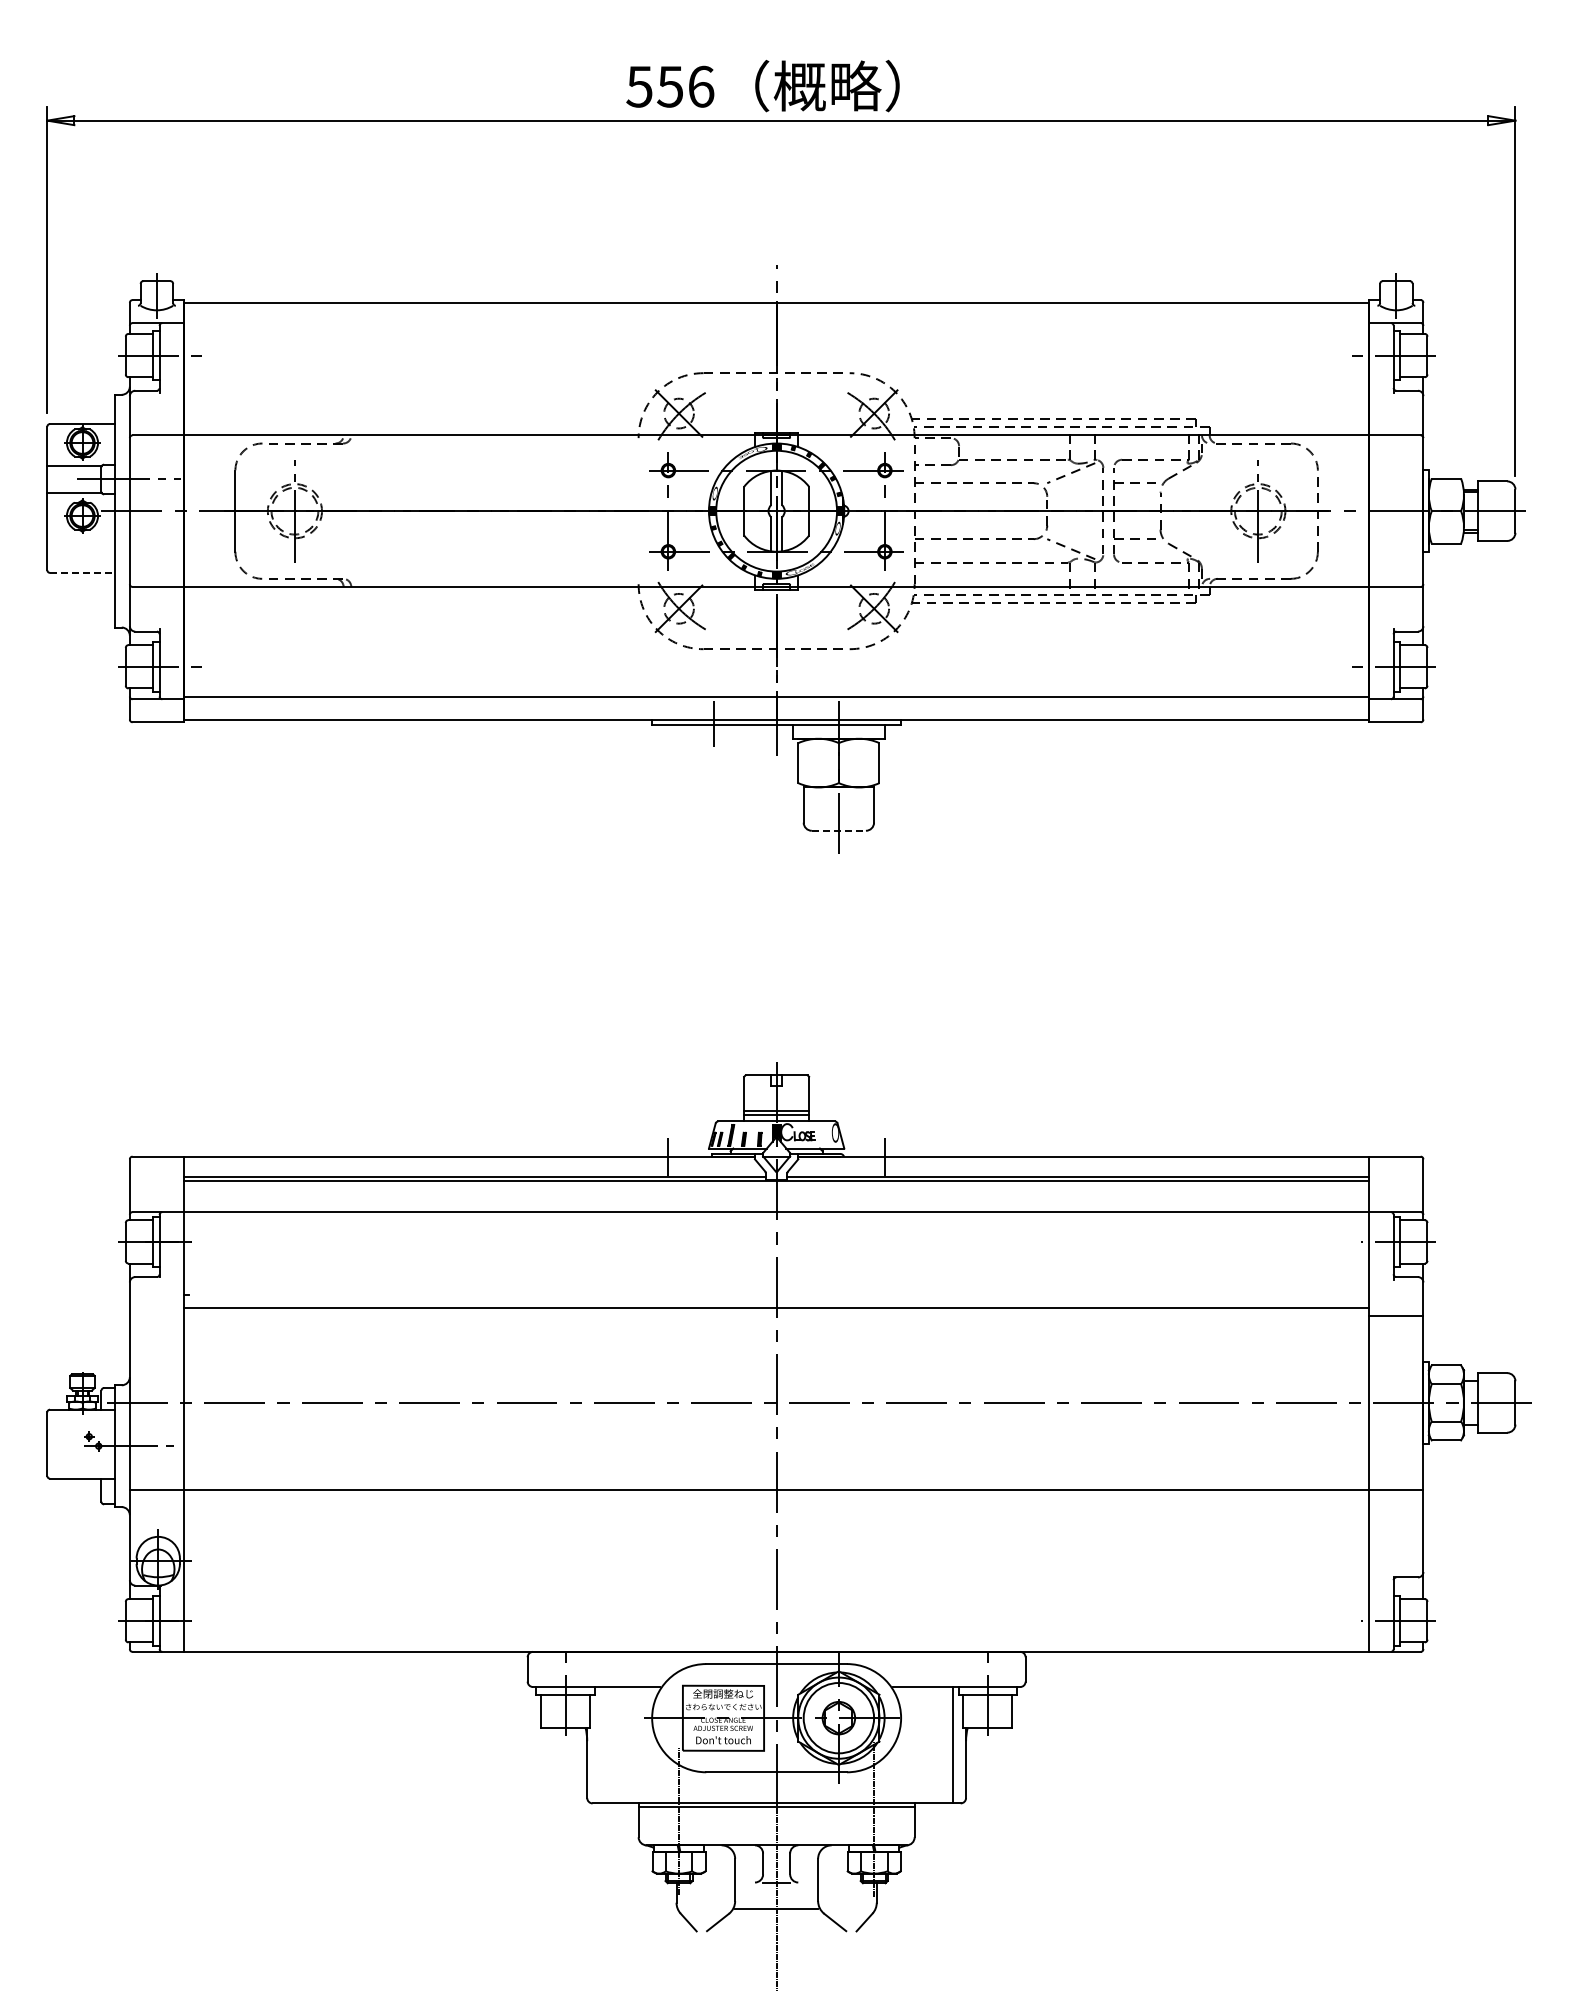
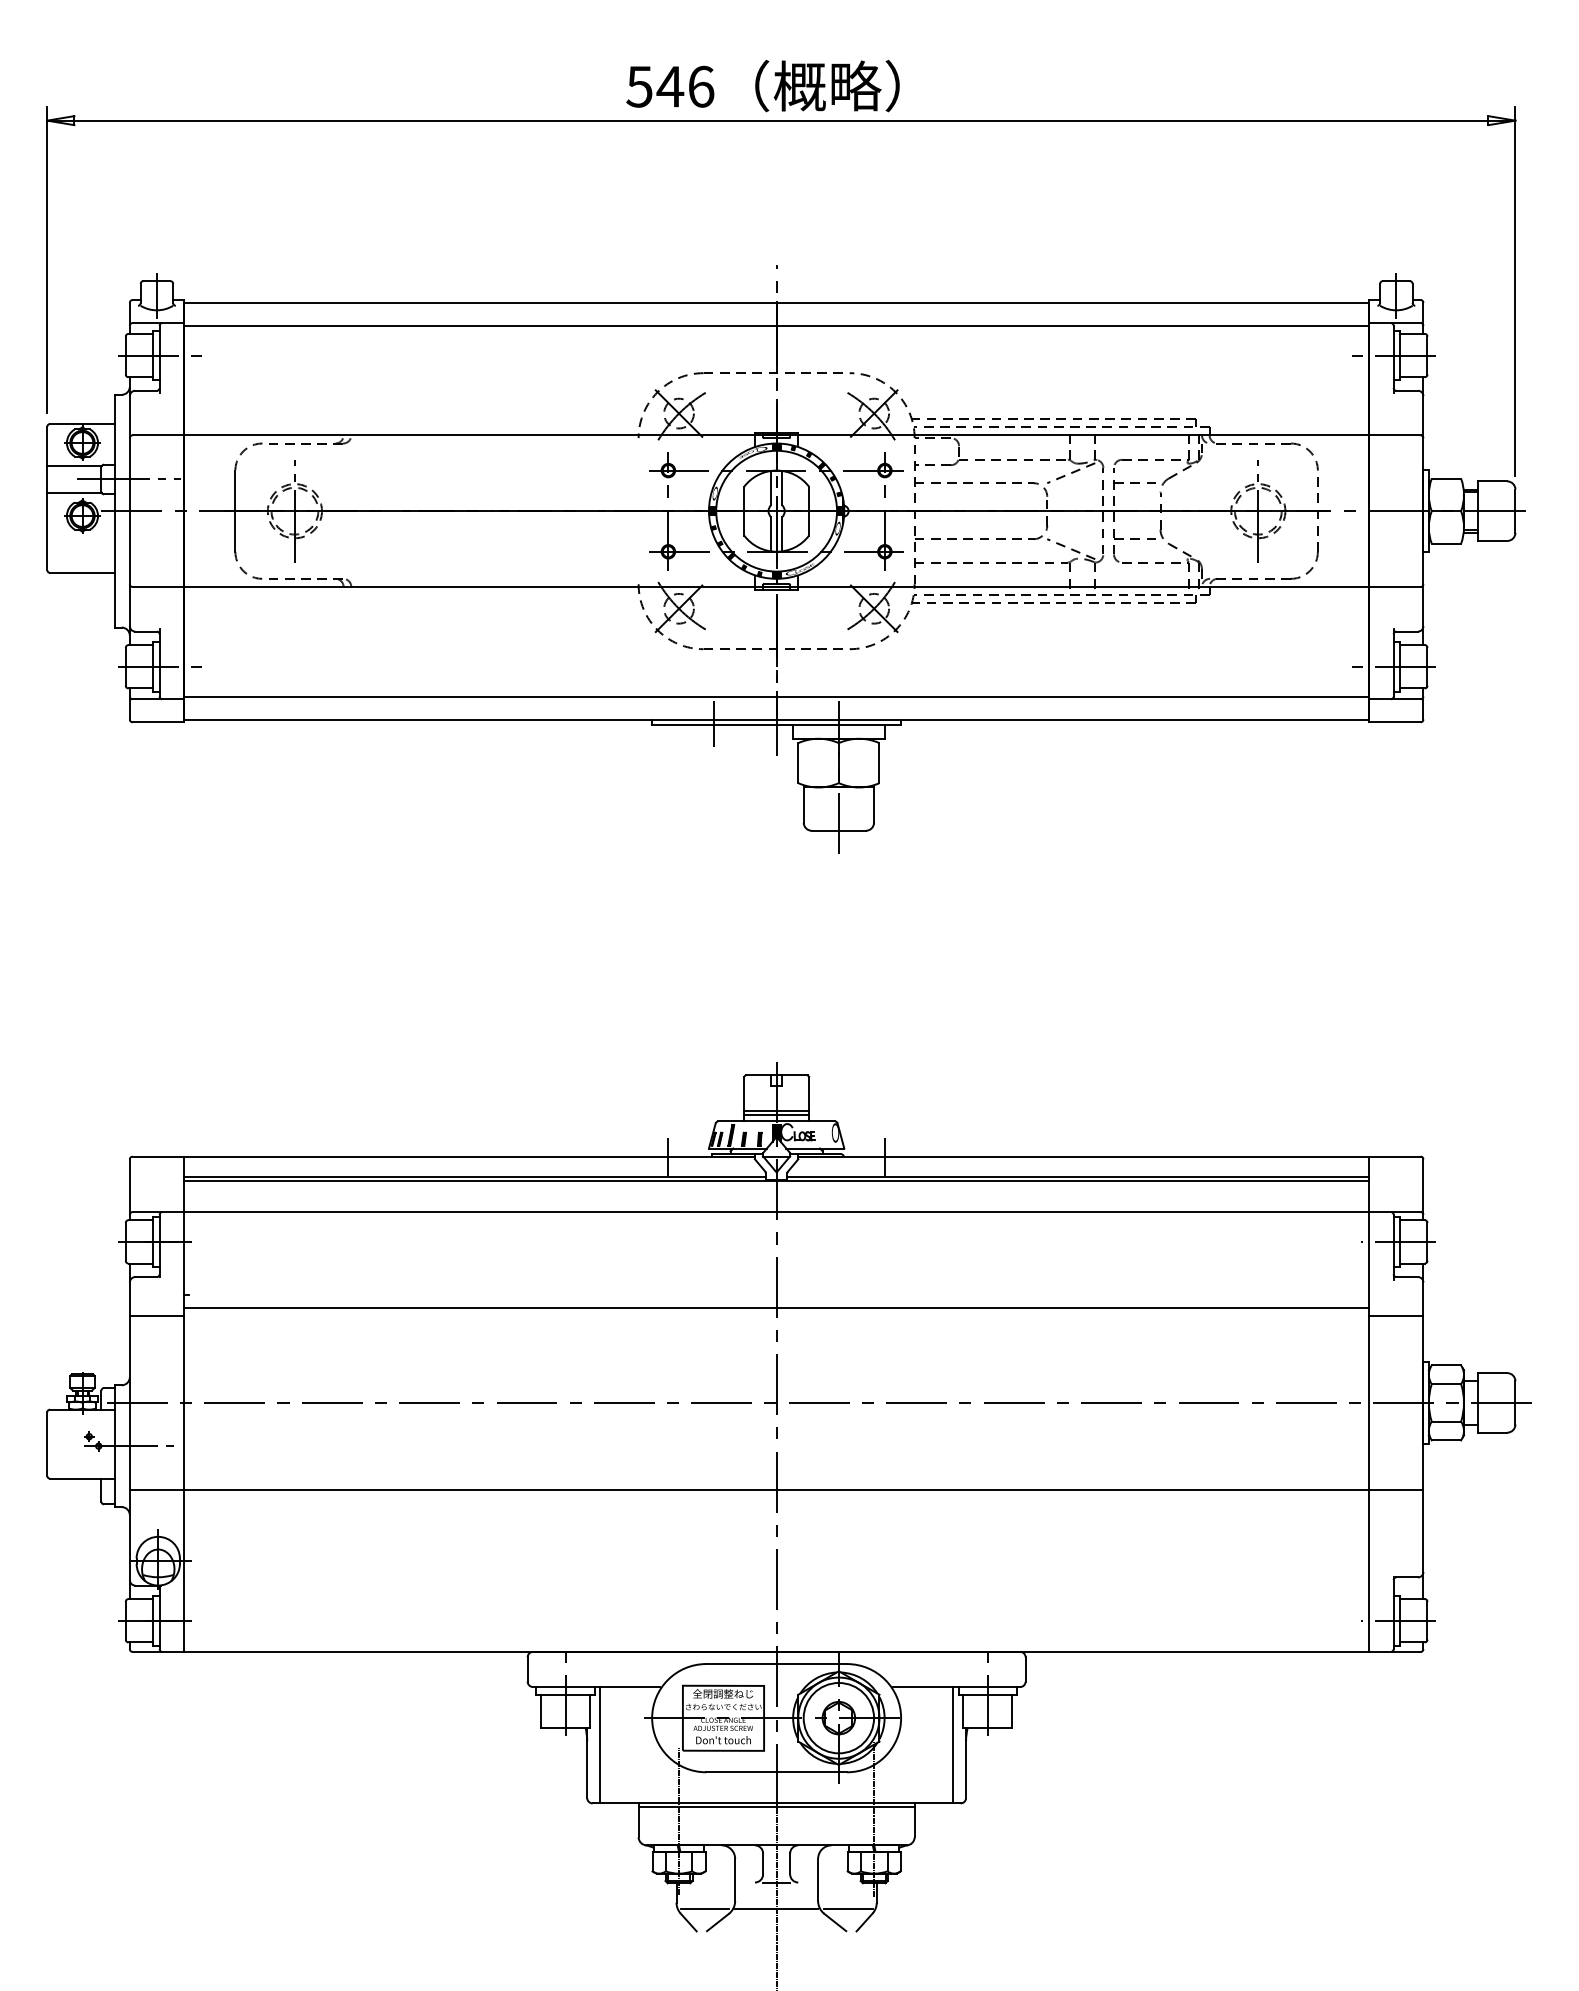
text at (670, 86): 556 -> 546
line at (776, 325): none -> present
line at (83, 572): dashed -> solid
line at (839, 830): dashed -> solid
line at (156, 1315): none -> present
line at (600, 1745): none -> present
line at (704, 1908): none -> present
line at (848, 1908): none -> present
